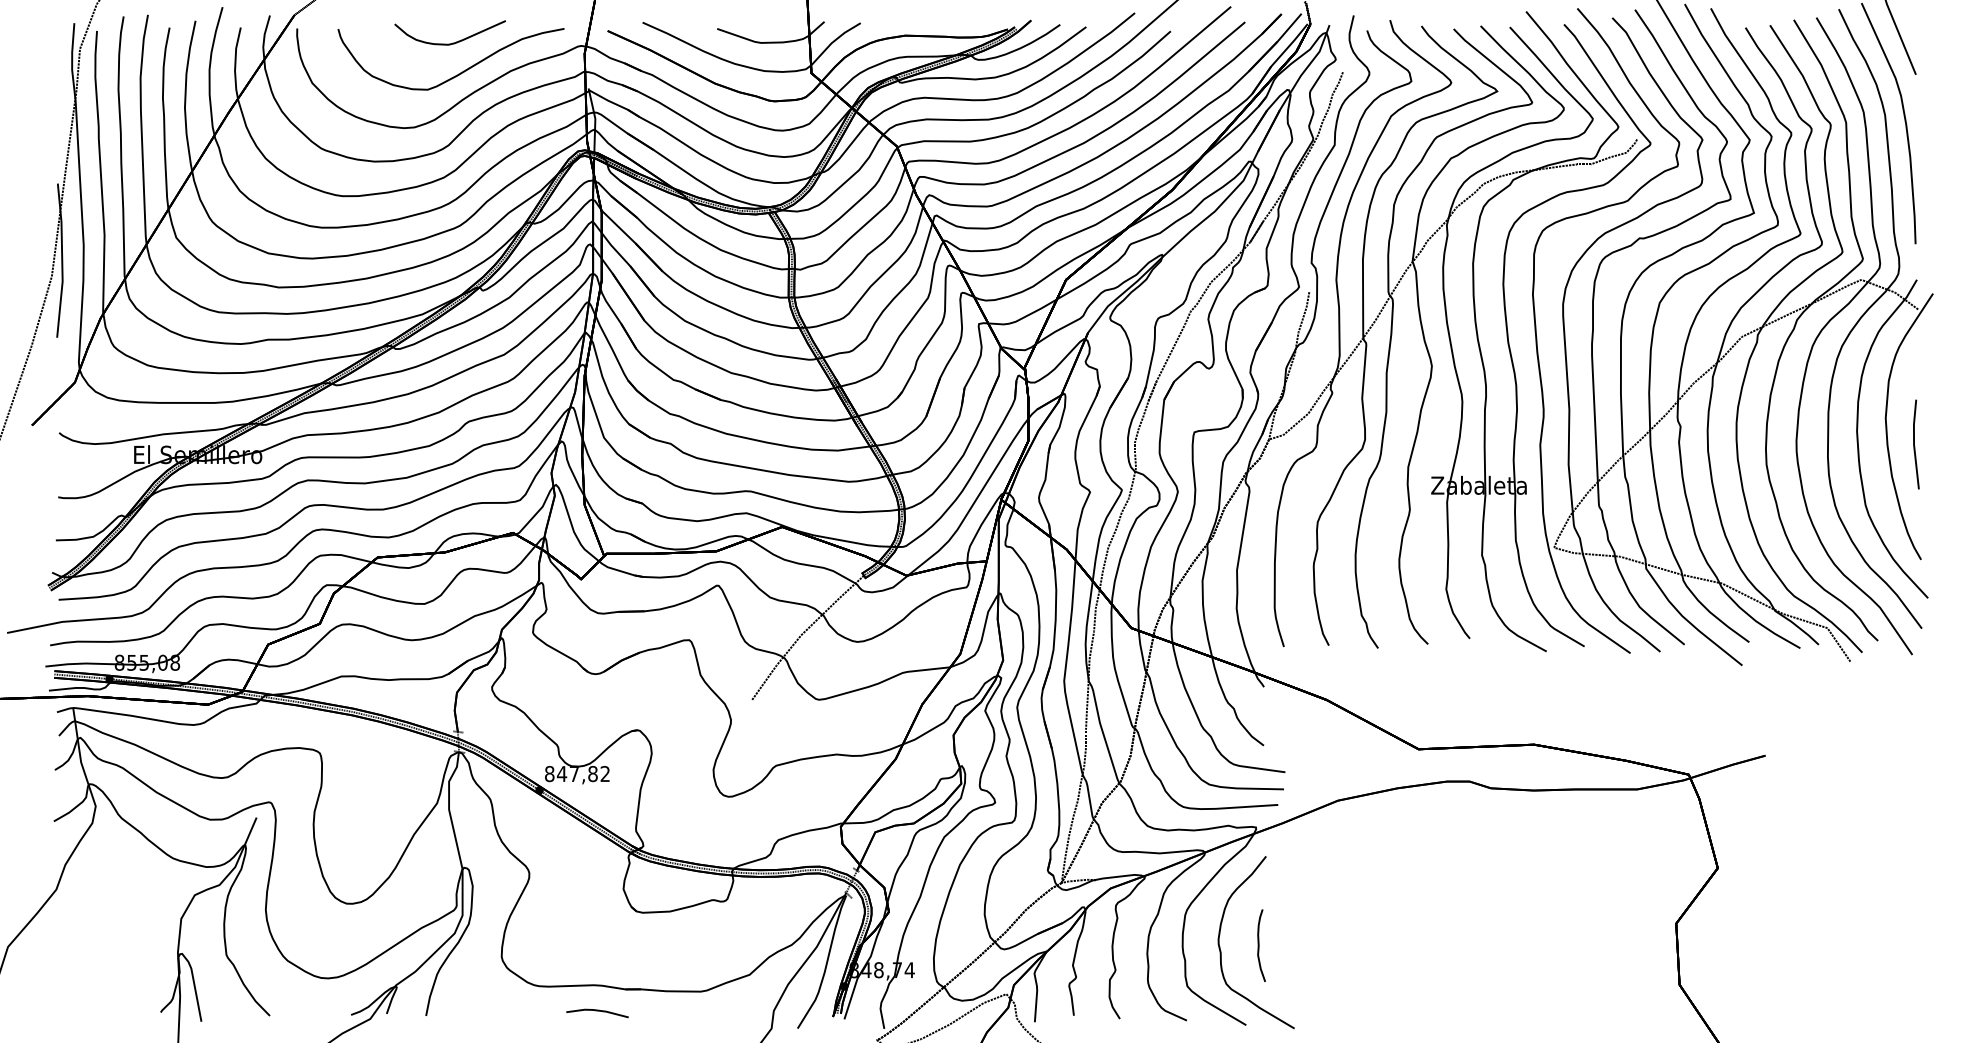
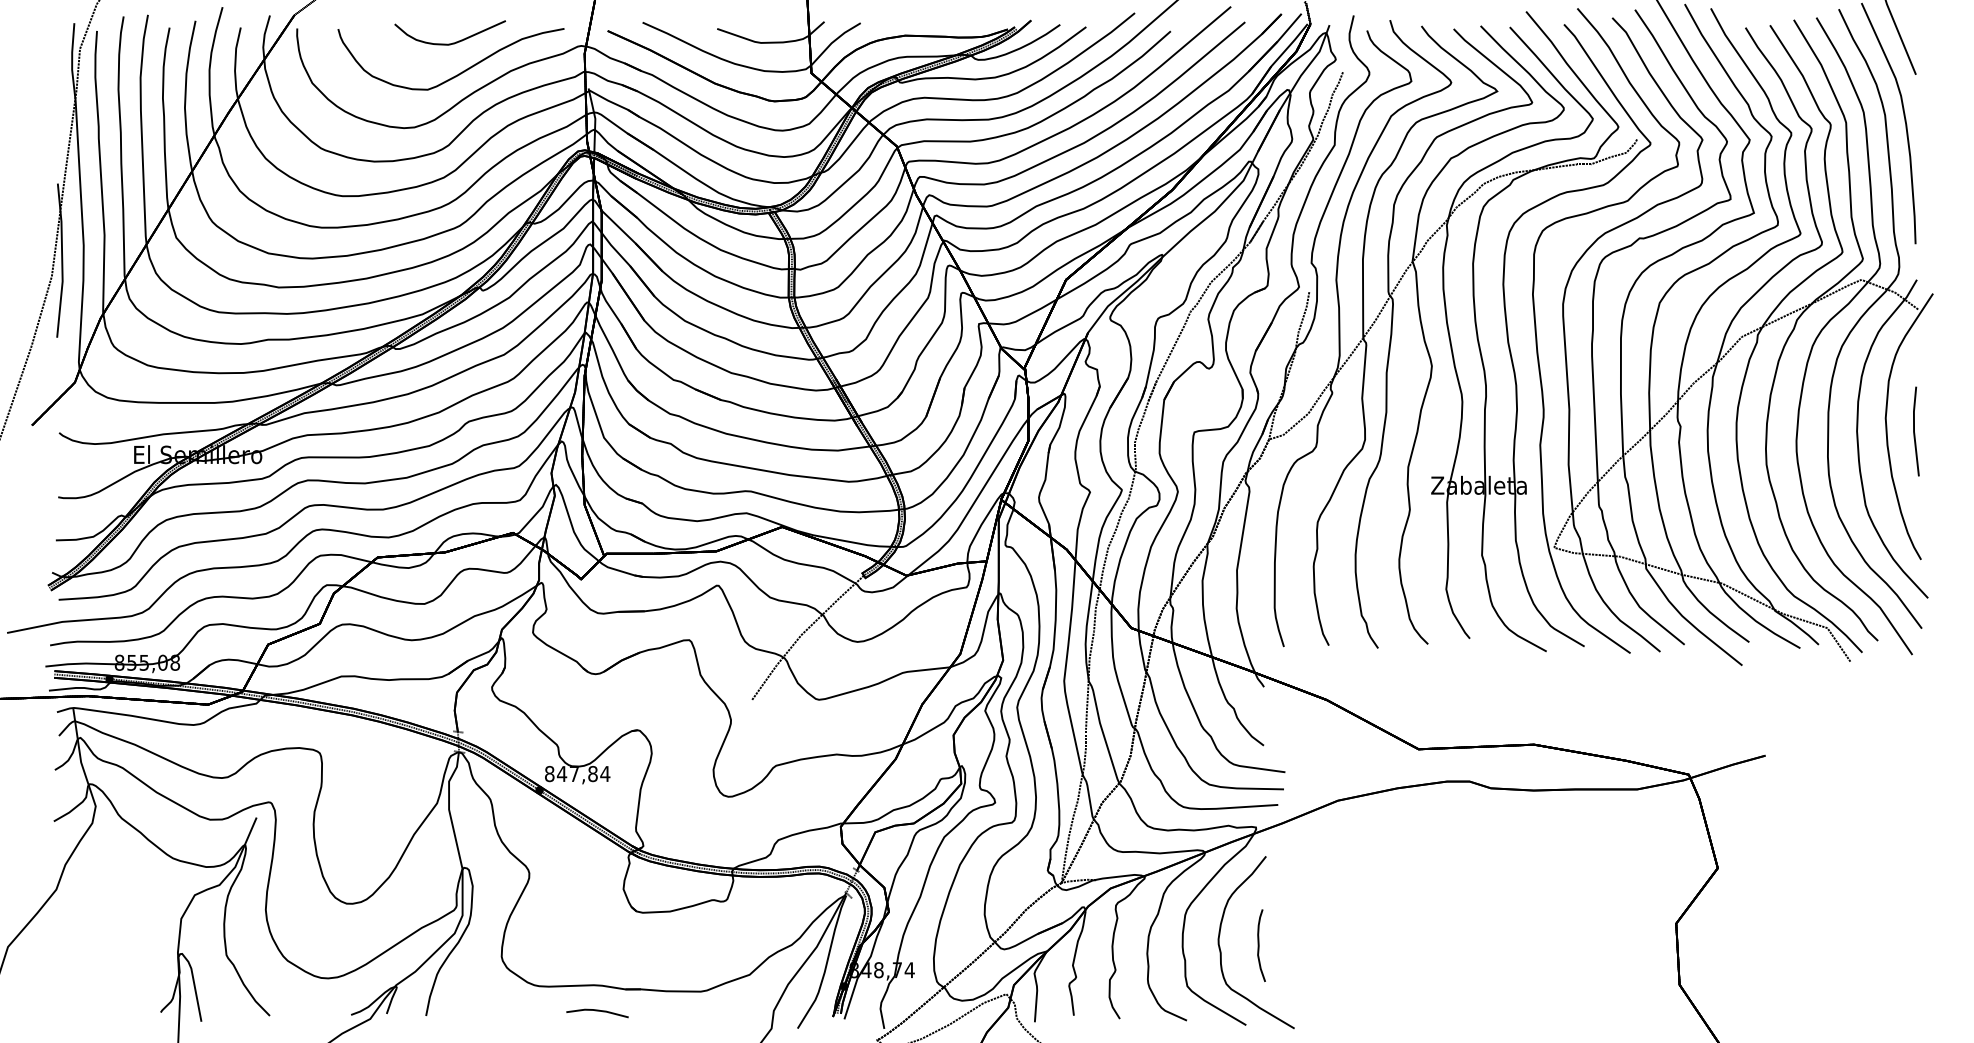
line at (1914, 444) position: (1914, 444) -> (1914, 431)
text at (605, 773): 847,82 -> 847,84
